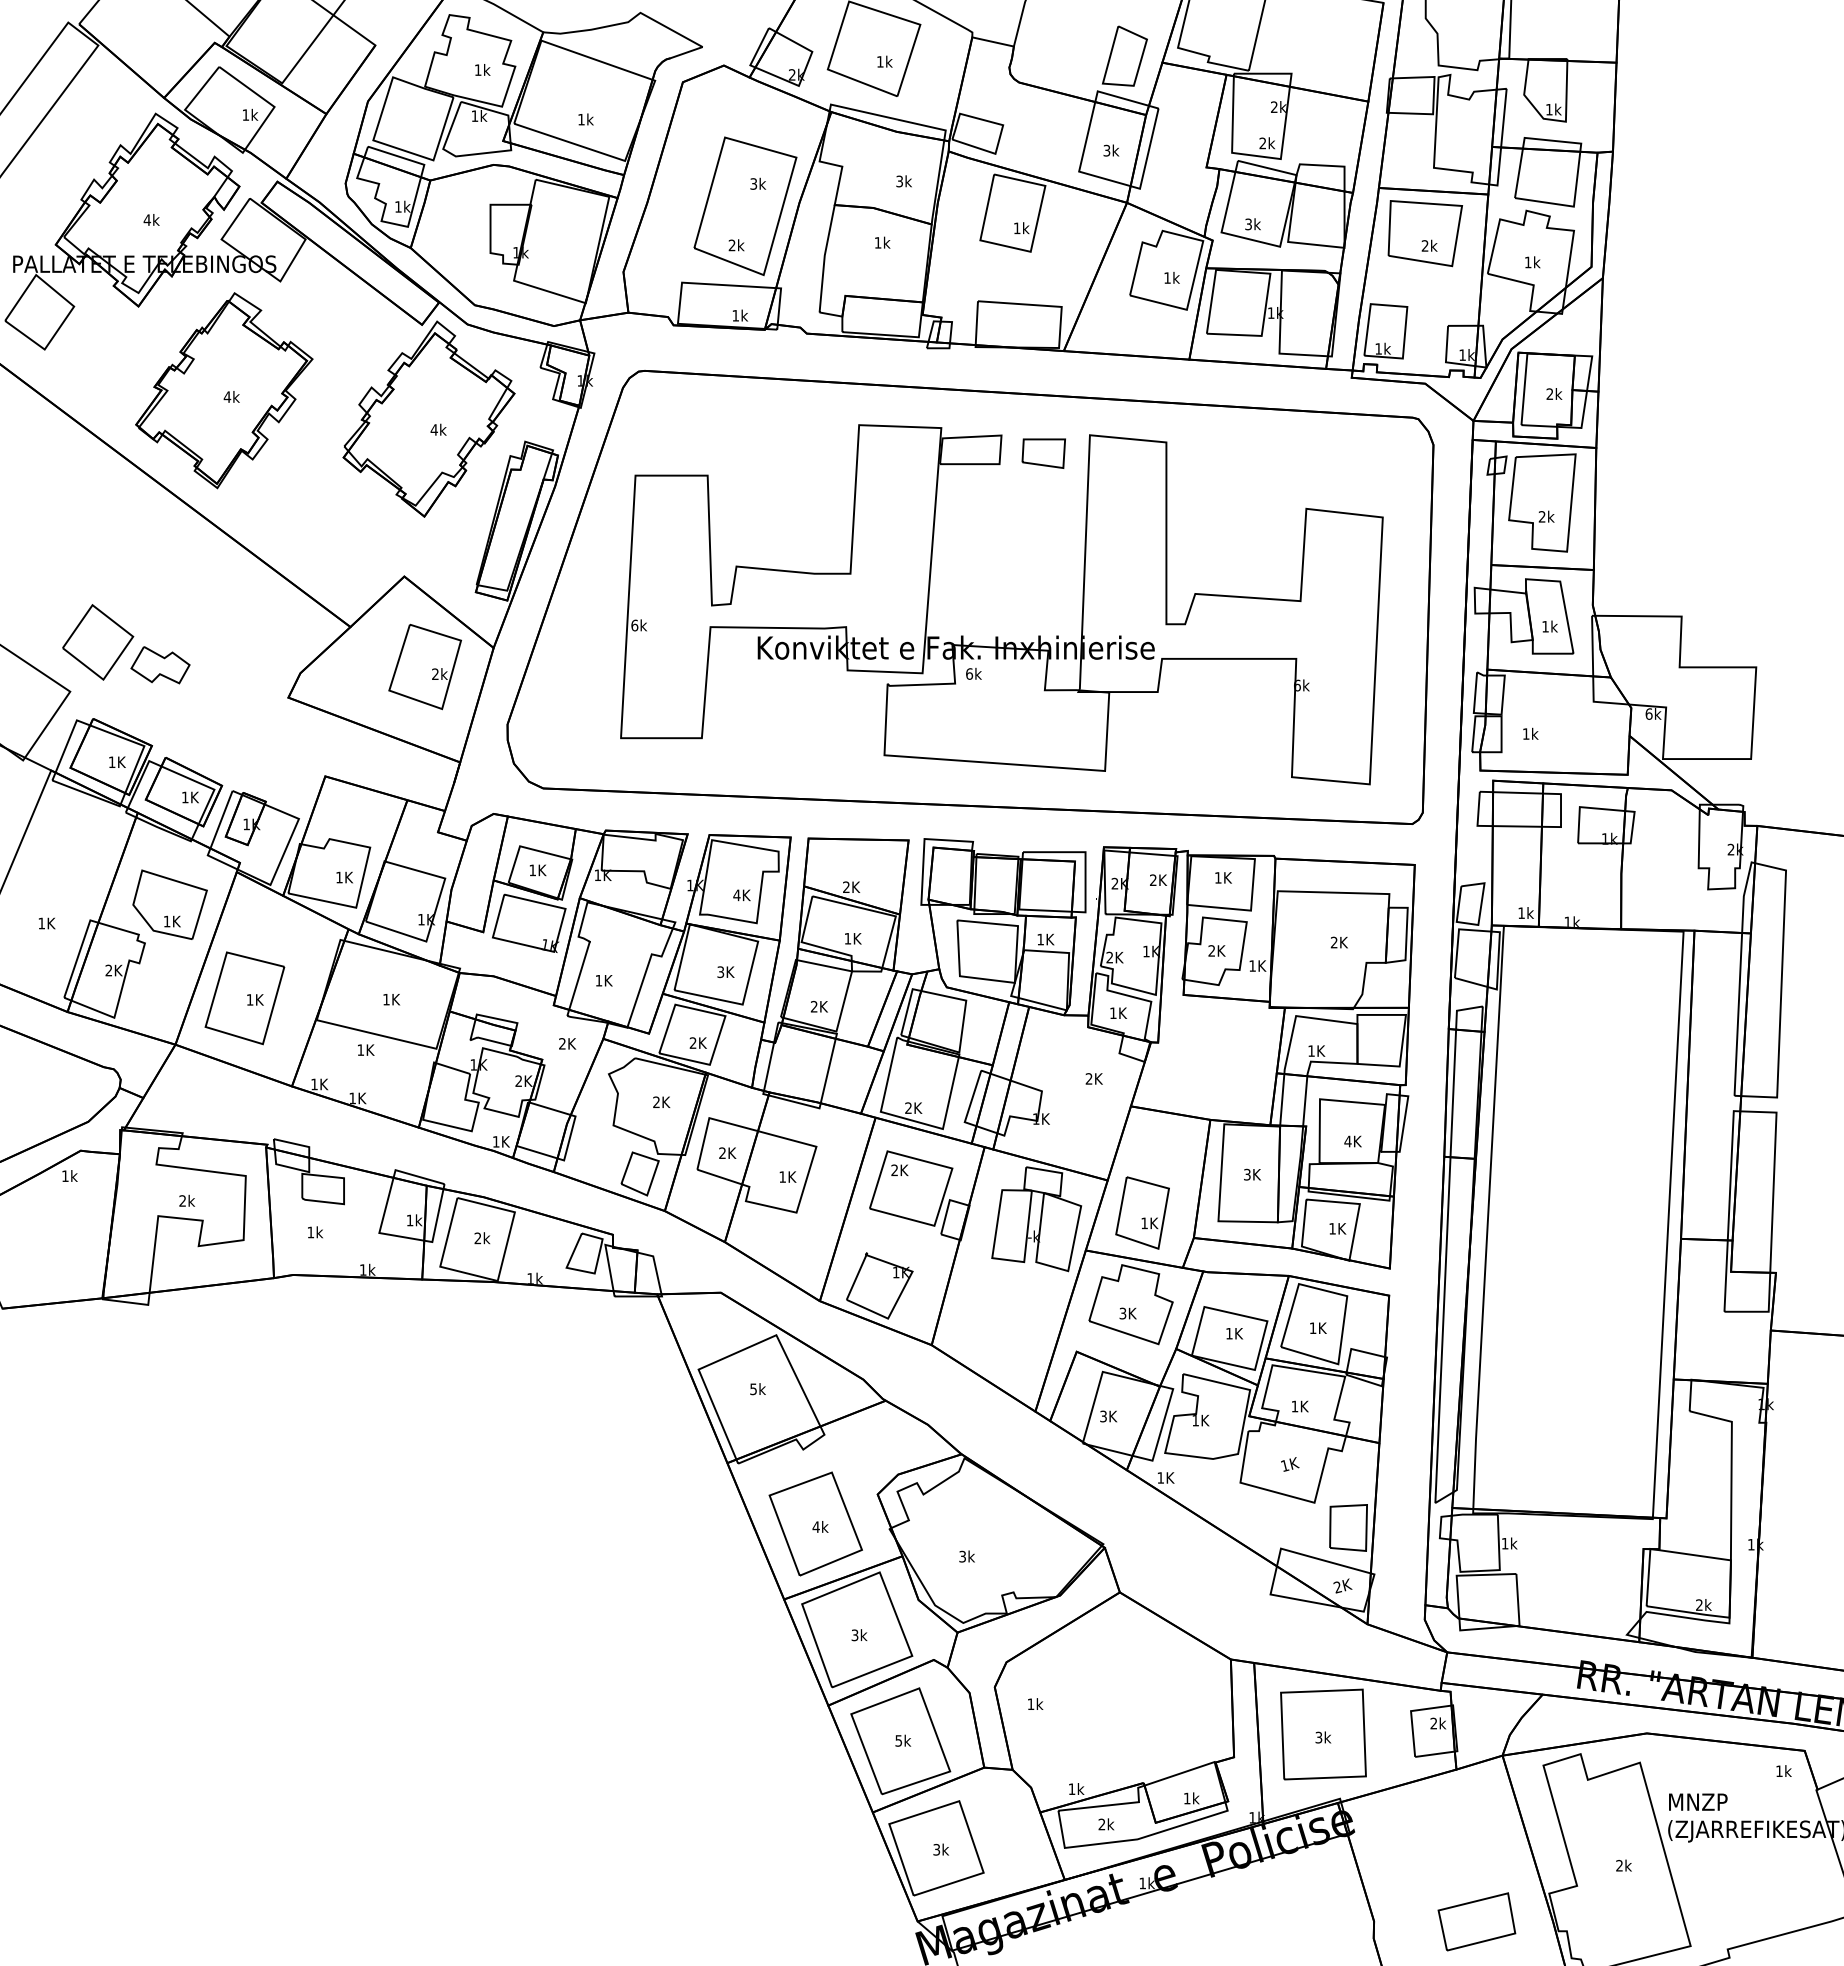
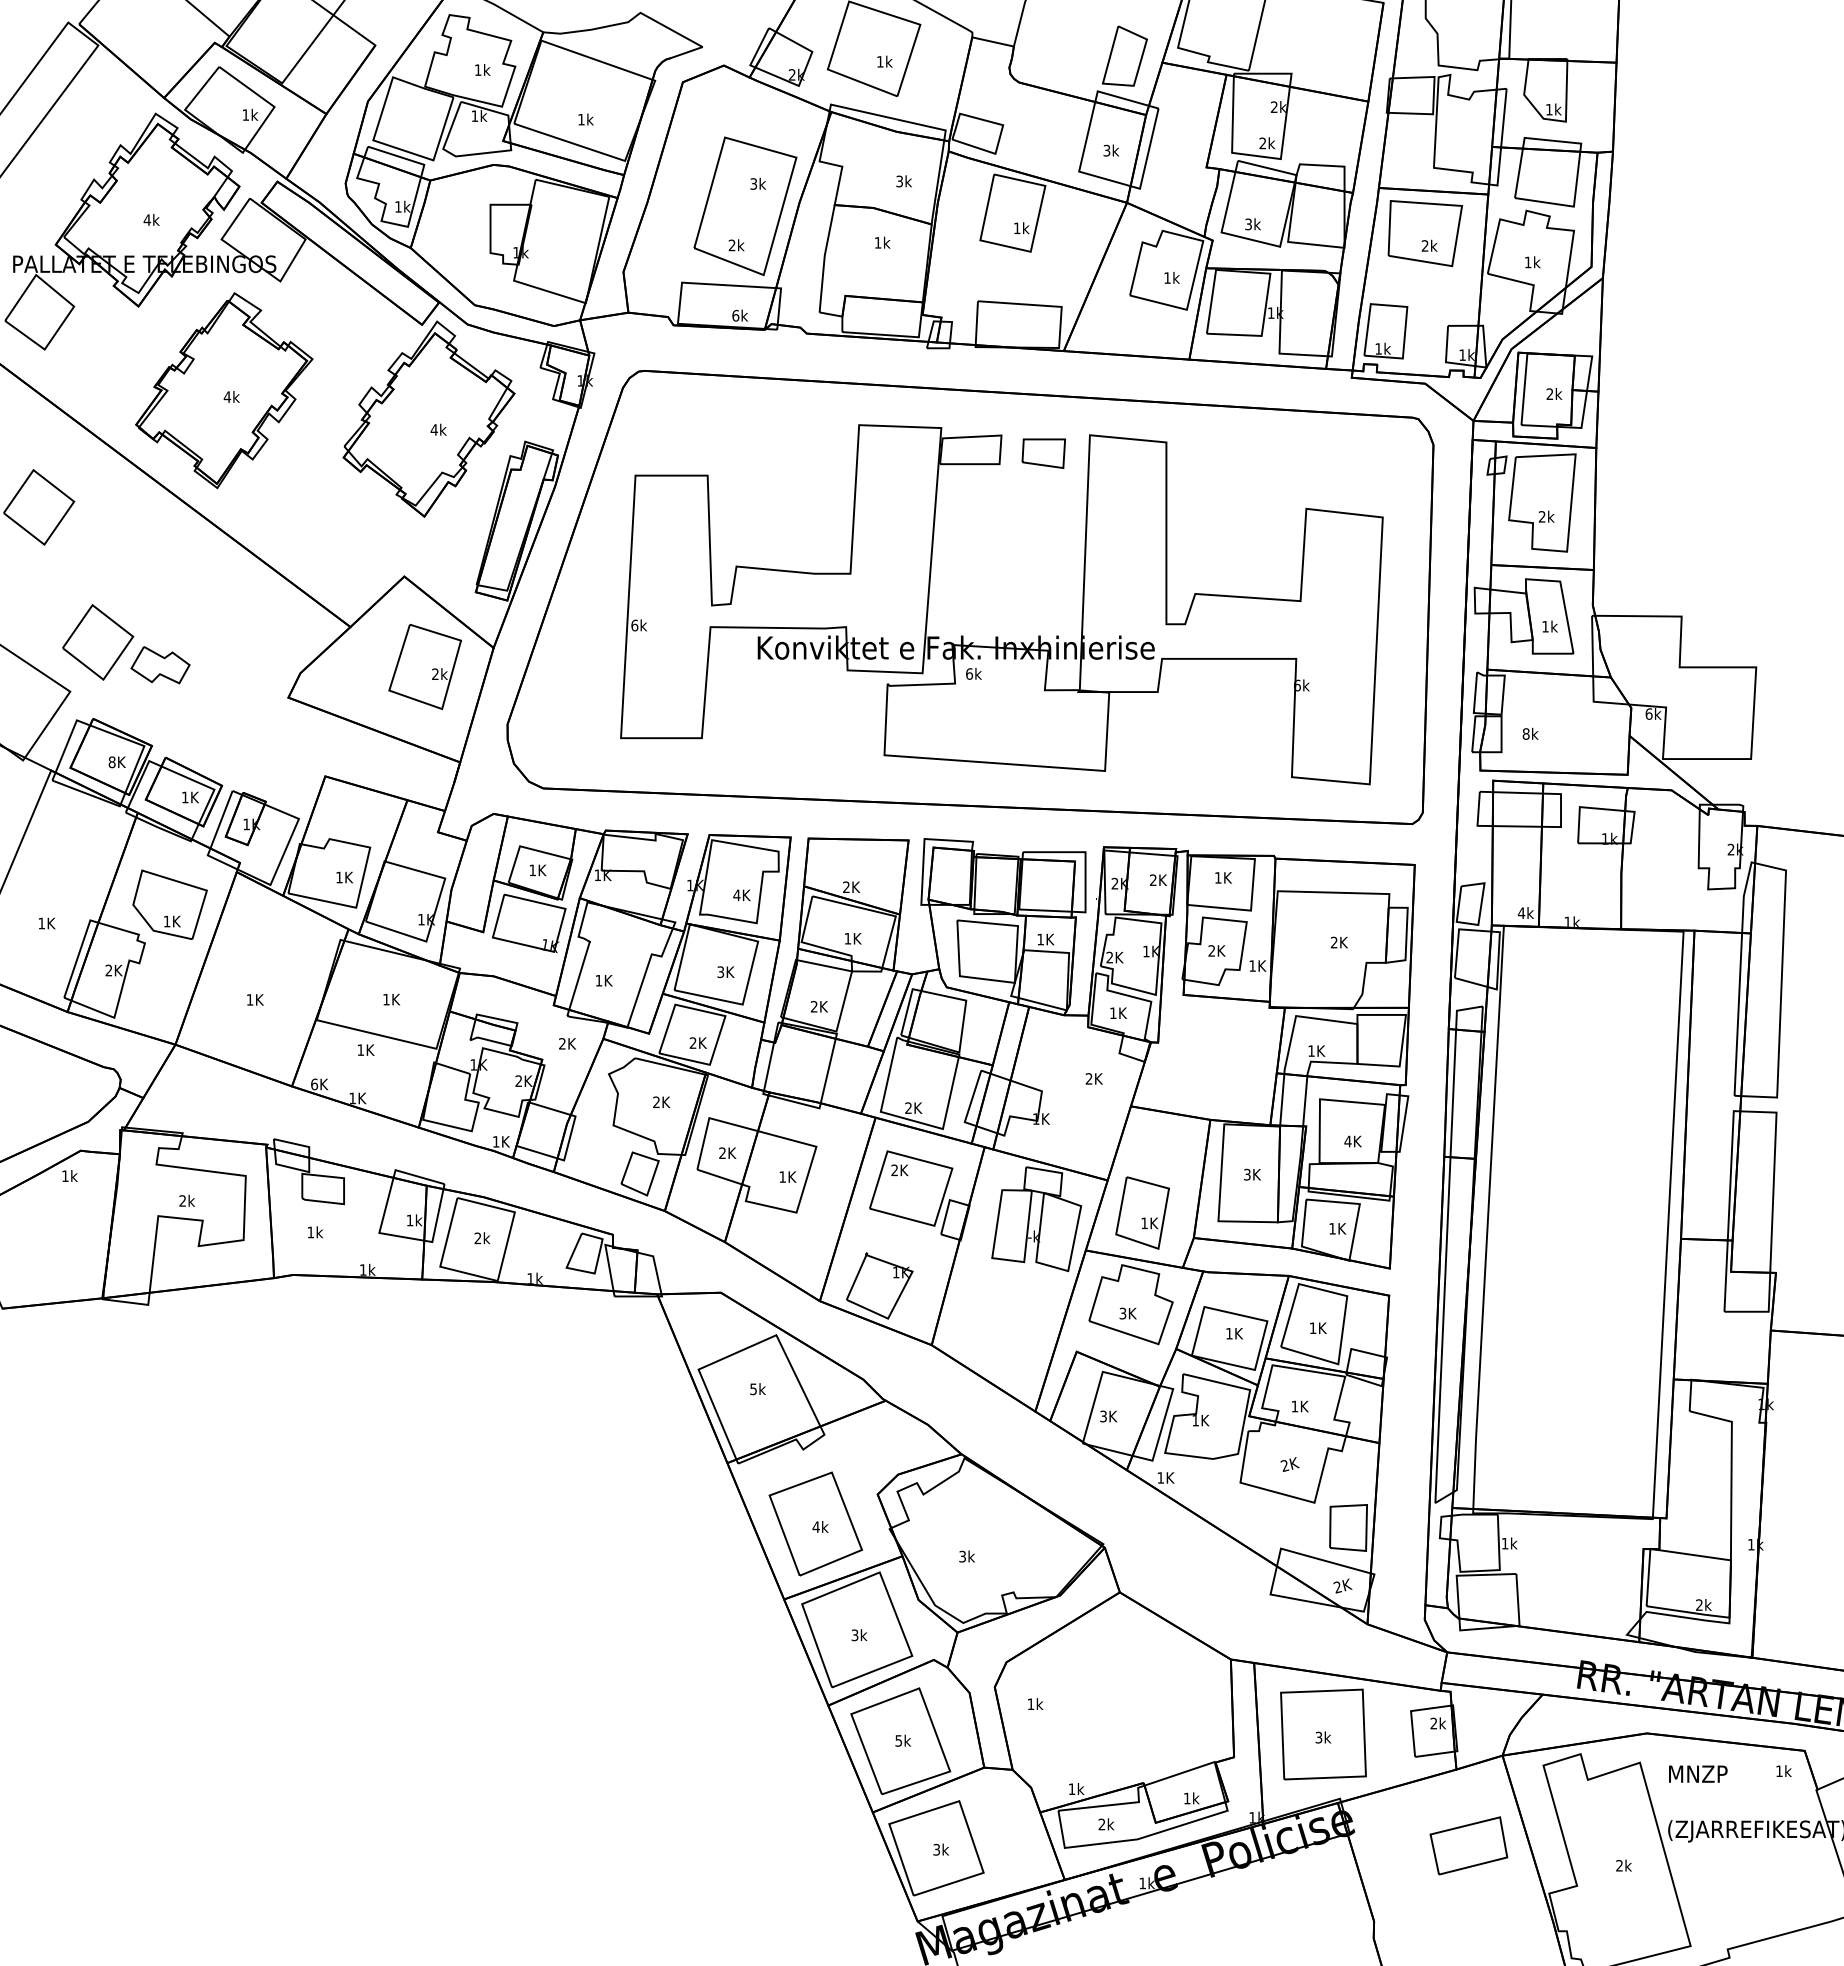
text at (735, 315): 1k -> 6k
part at (39, 507): none -> present
text at (1525, 733): 1k -> 8k
text at (111, 762): 1K -> 8K
text at (1521, 912): 1k -> 4k
part at (244, 998): present -> none
text at (314, 1084): 1K -> 6K
text at (1283, 1465): 1K -> 2K
text at (1698, 1801) position: (1698, 1801) -> (1698, 1773)
part at (1476, 1921) position: (1476, 1921) -> (1468, 1845)
